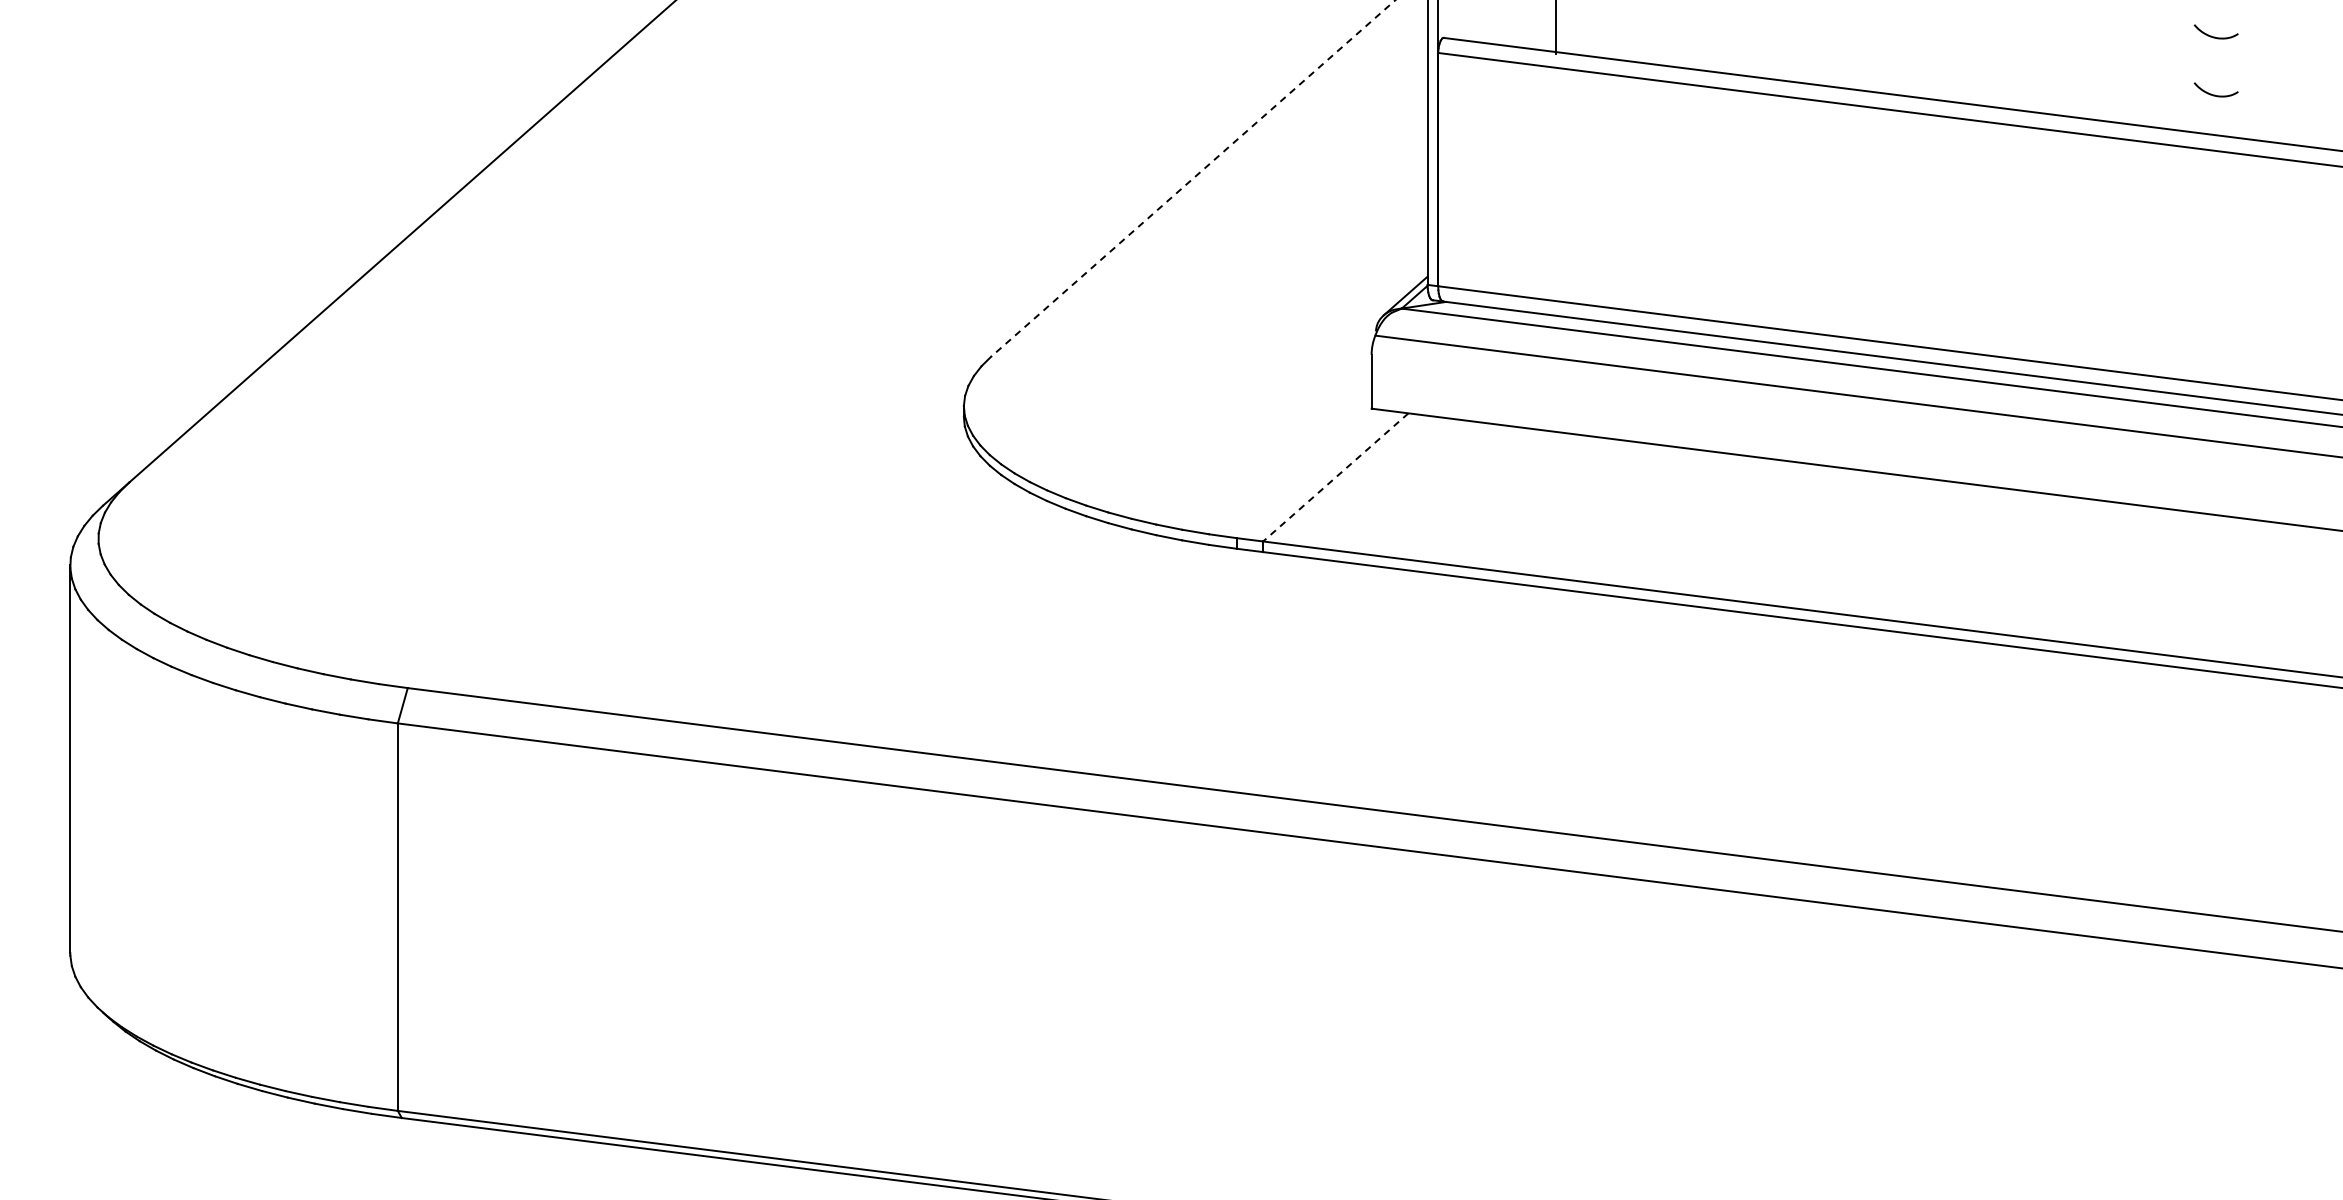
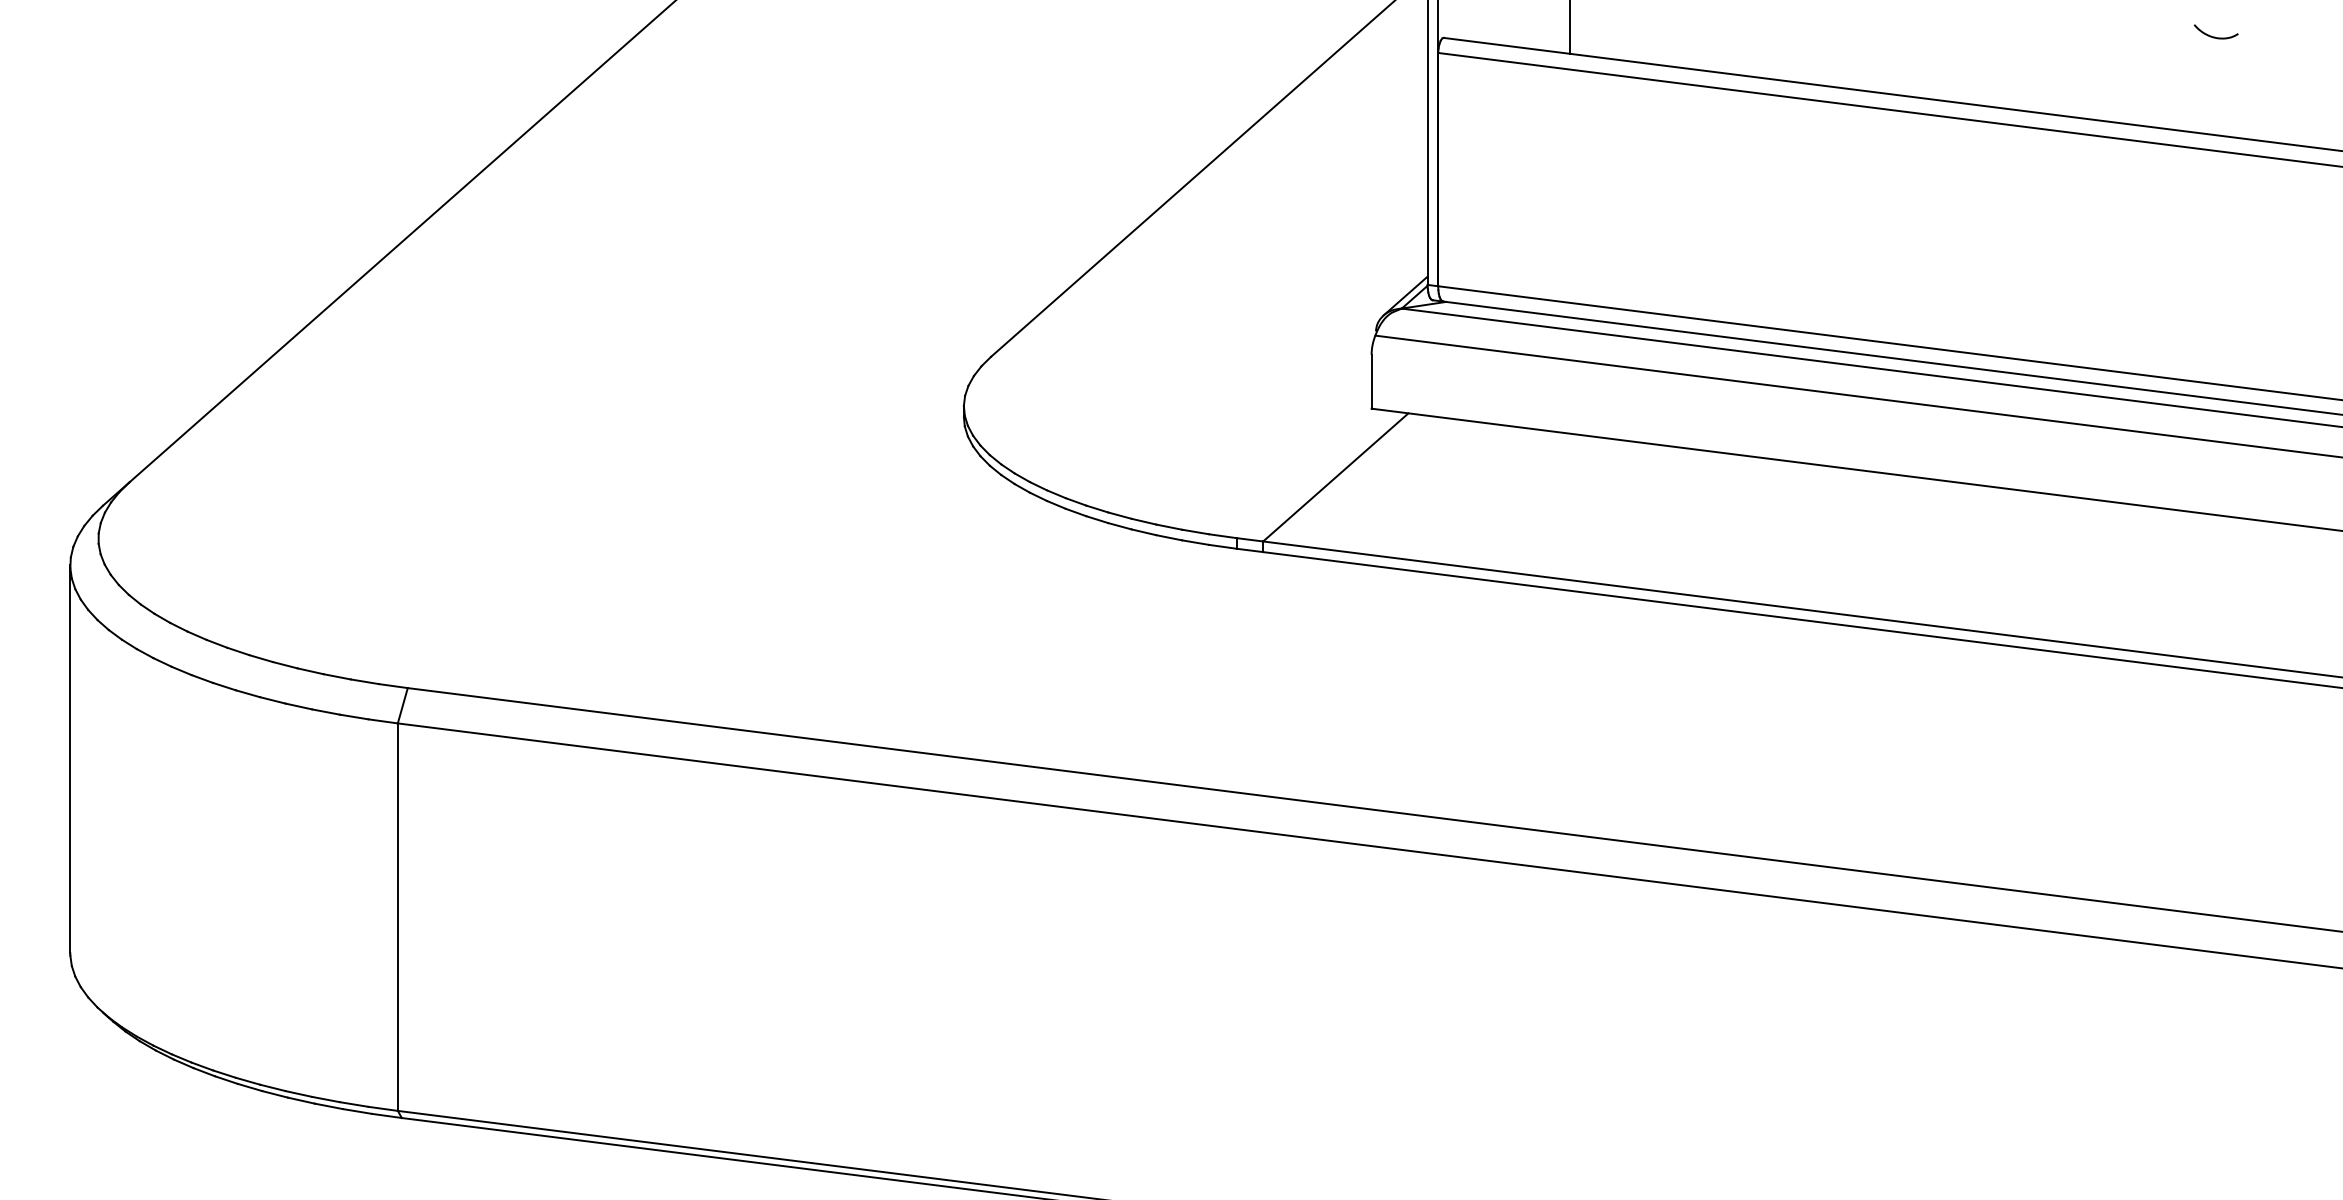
line at (1555, 27) position: (1555, 27) -> (1569, 27)
curve at (2215, 94): present -> none
line at (1193, 178): dashed -> solid
line at (1335, 477): dashed -> solid
